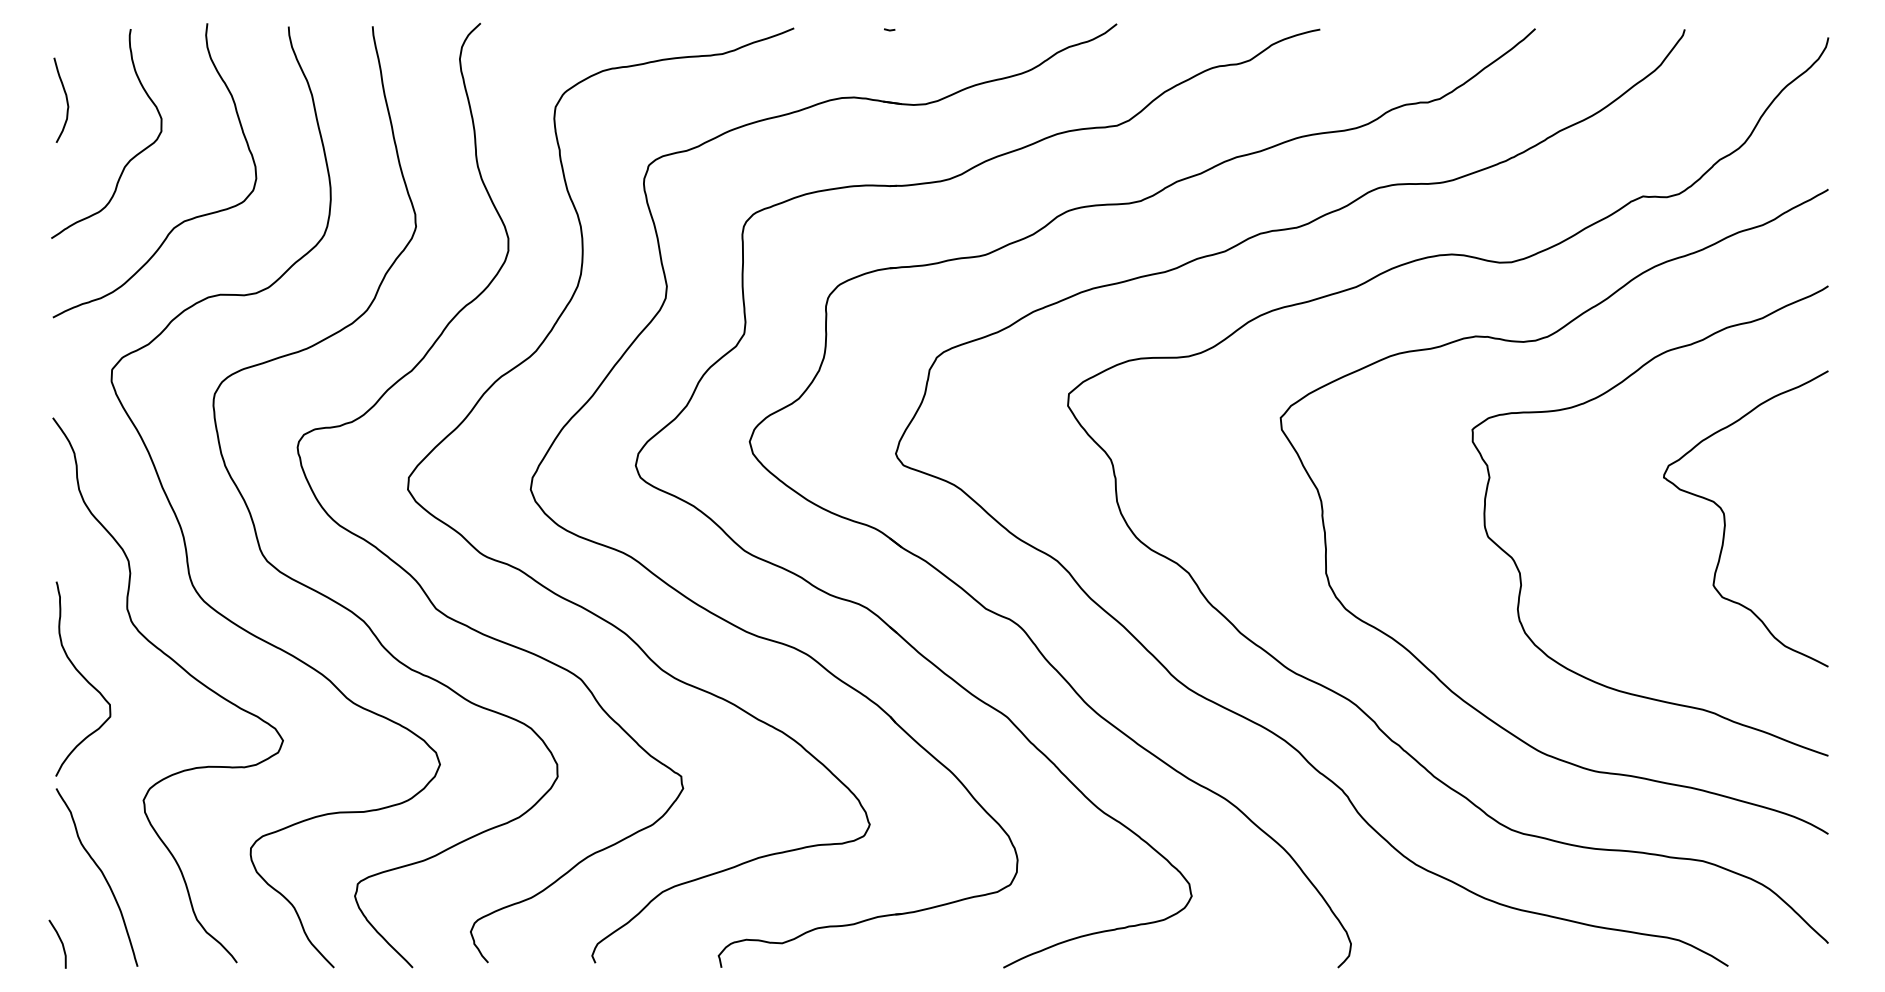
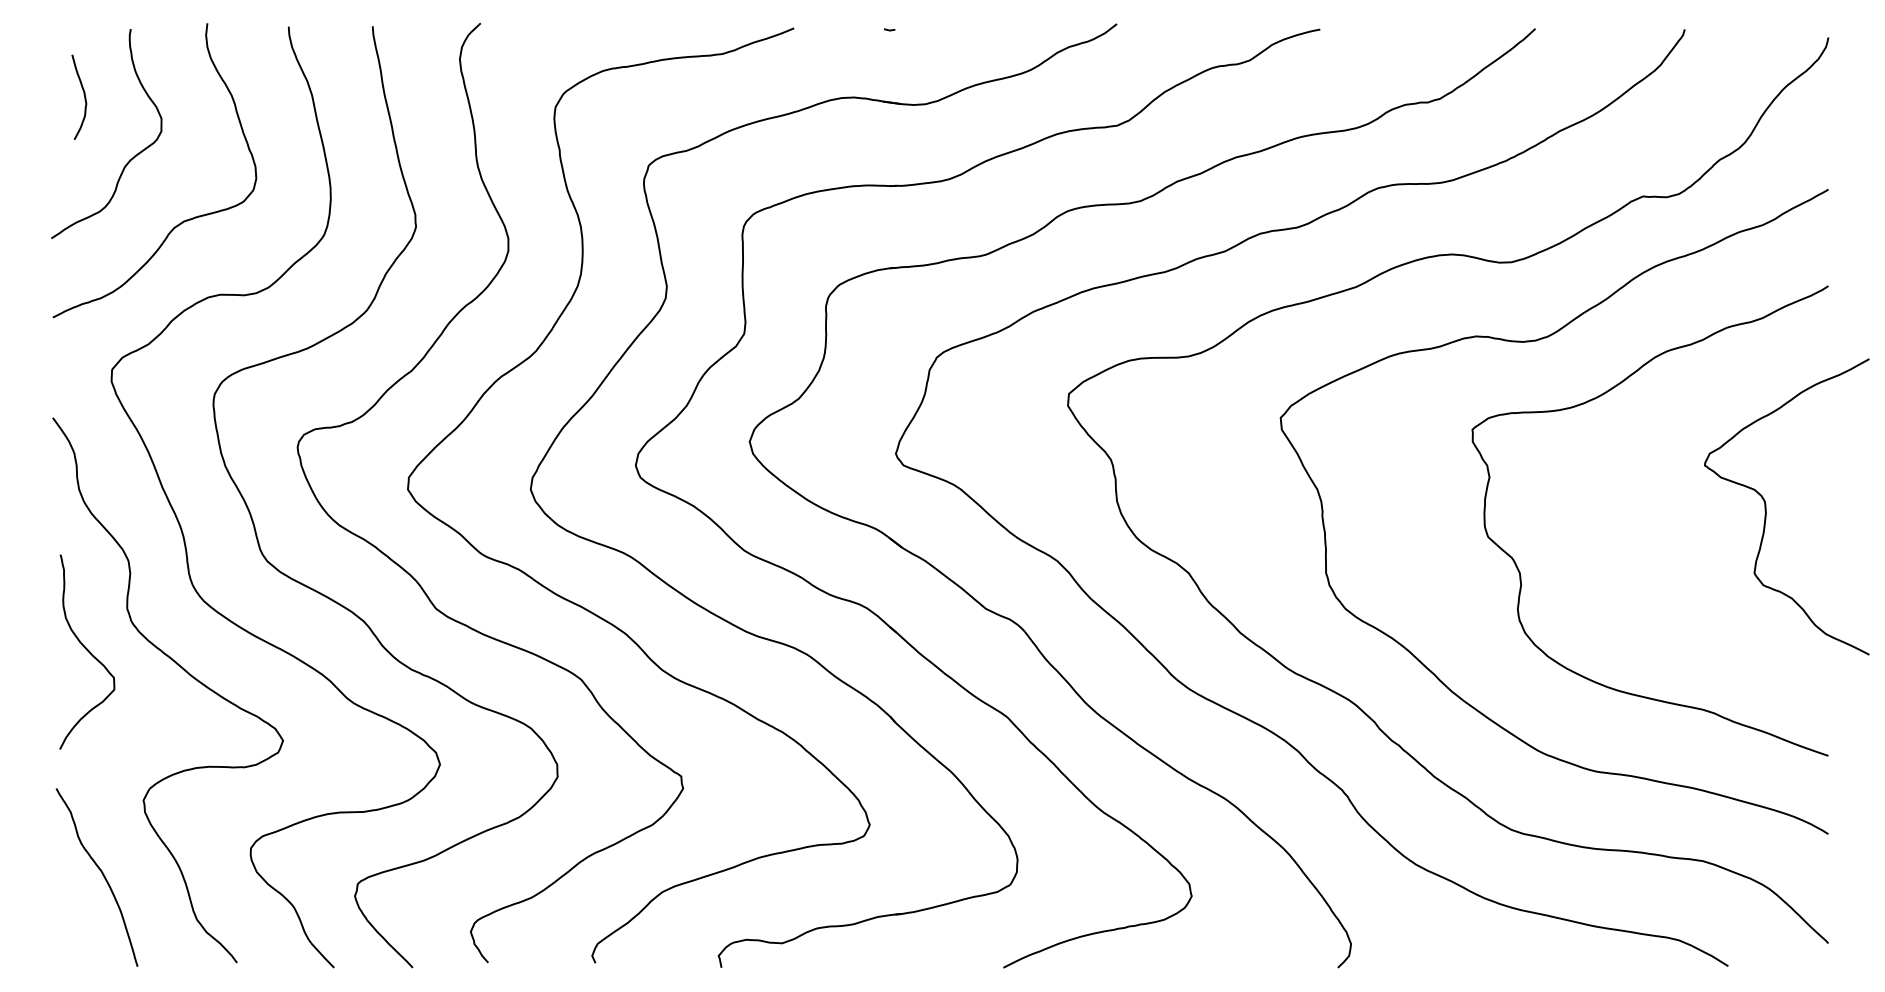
curve at (65, 97) position: (65, 97) -> (83, 94)
curve at (1725, 518) position: (1725, 518) -> (1766, 506)
curve at (83, 678) position: (83, 678) -> (87, 651)
line at (60, 941): present -> none
